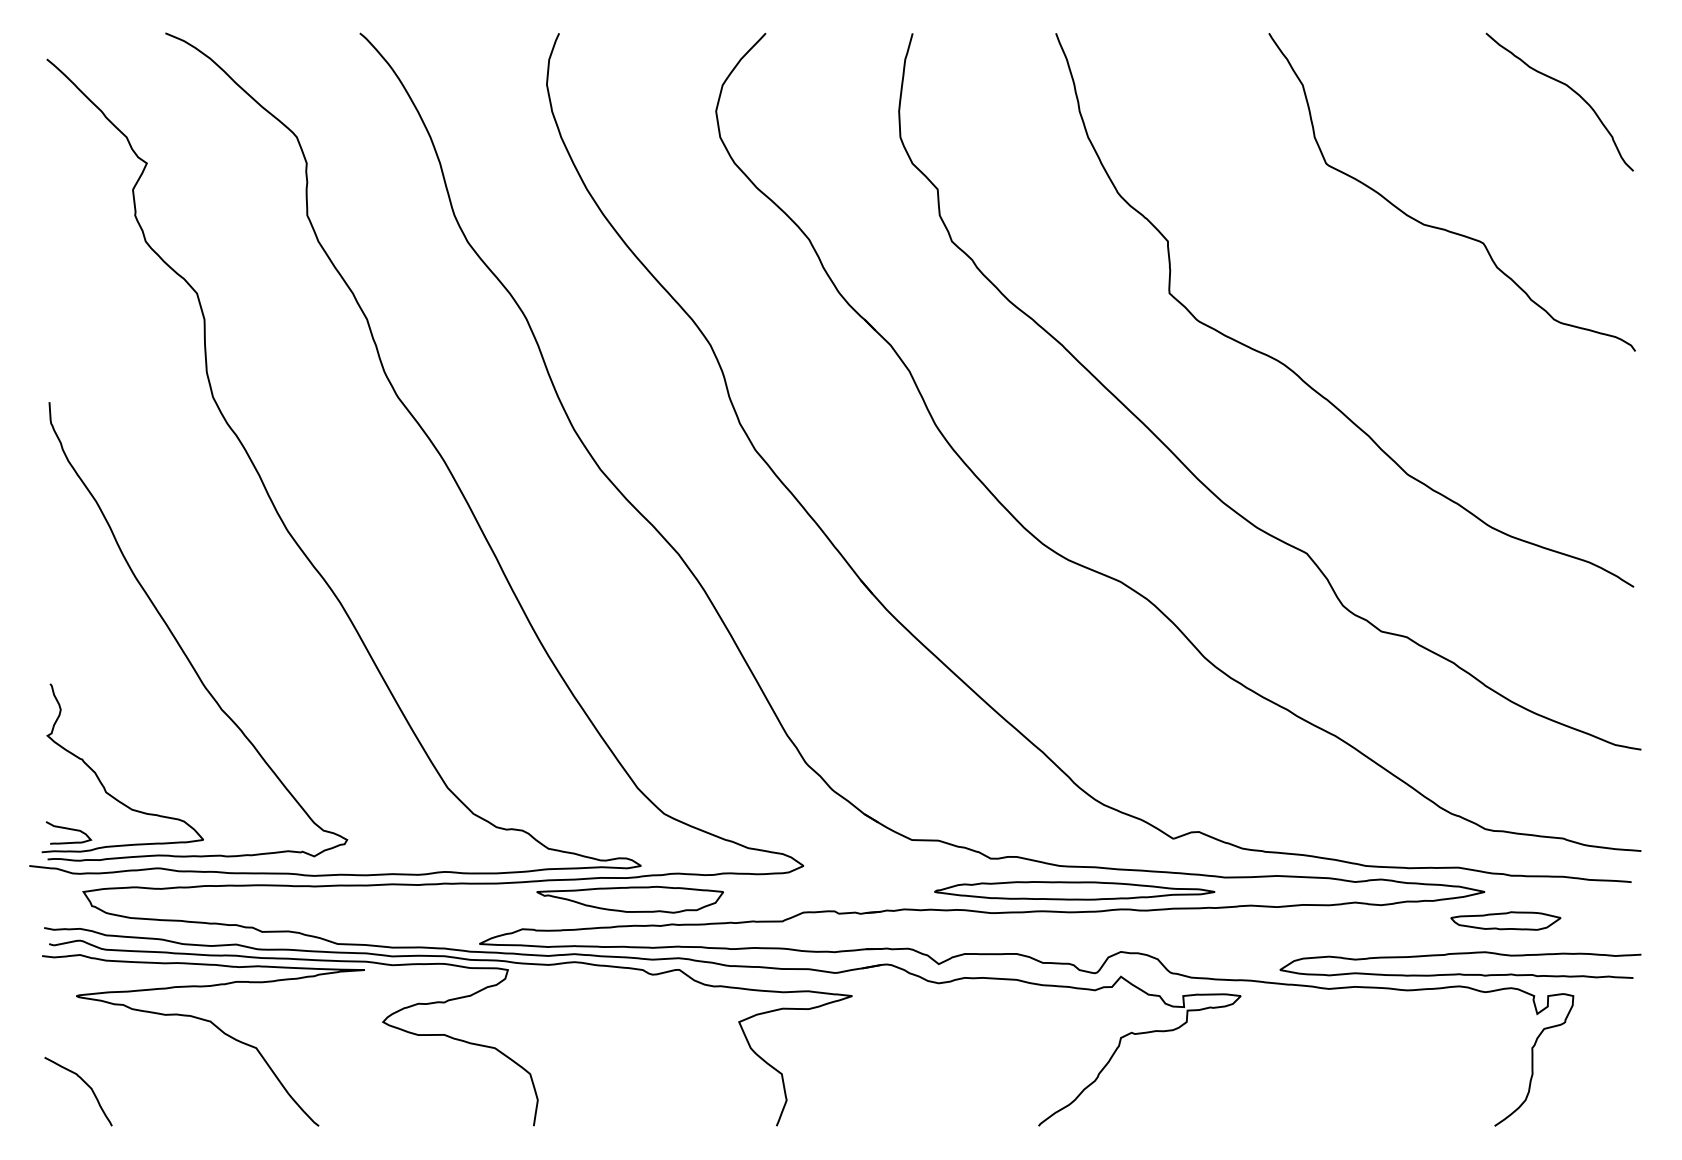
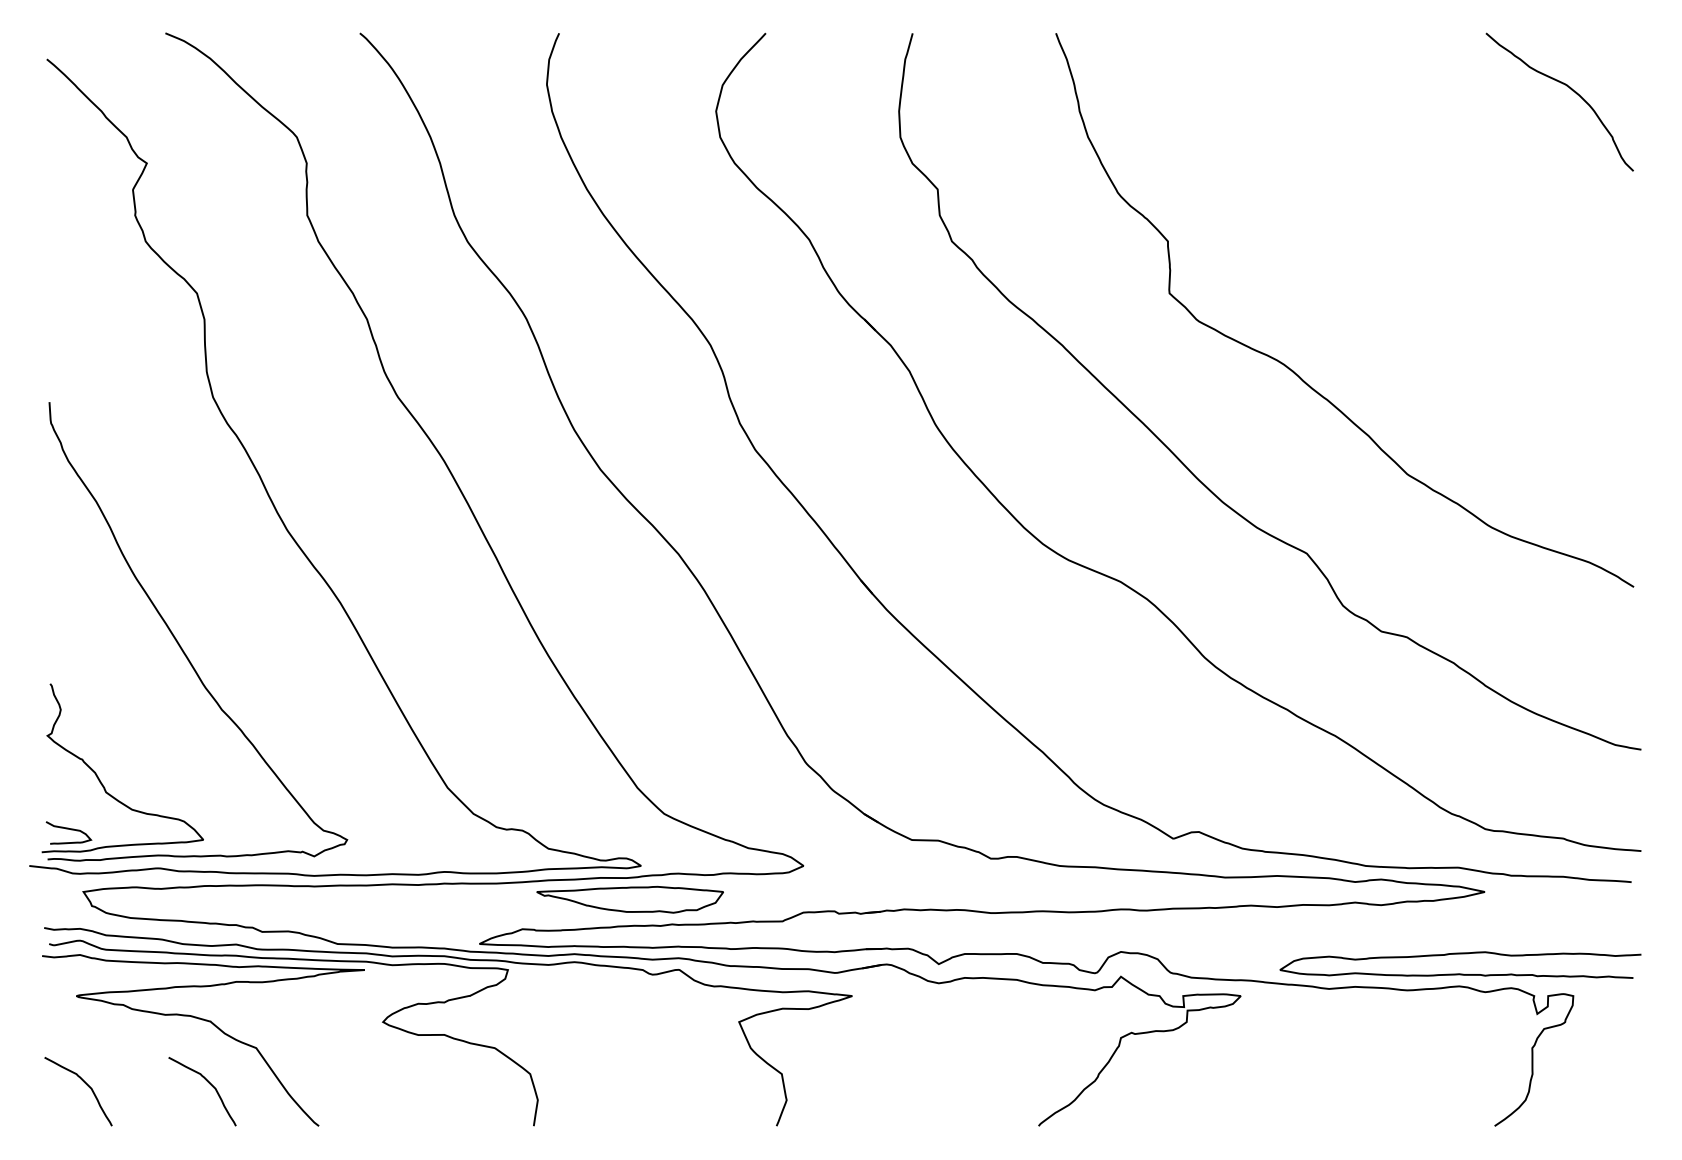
curve at (1444, 228): present -> none
part at (1074, 890): present -> none
part at (1505, 920): present -> none
curve at (209, 1084): none -> present
